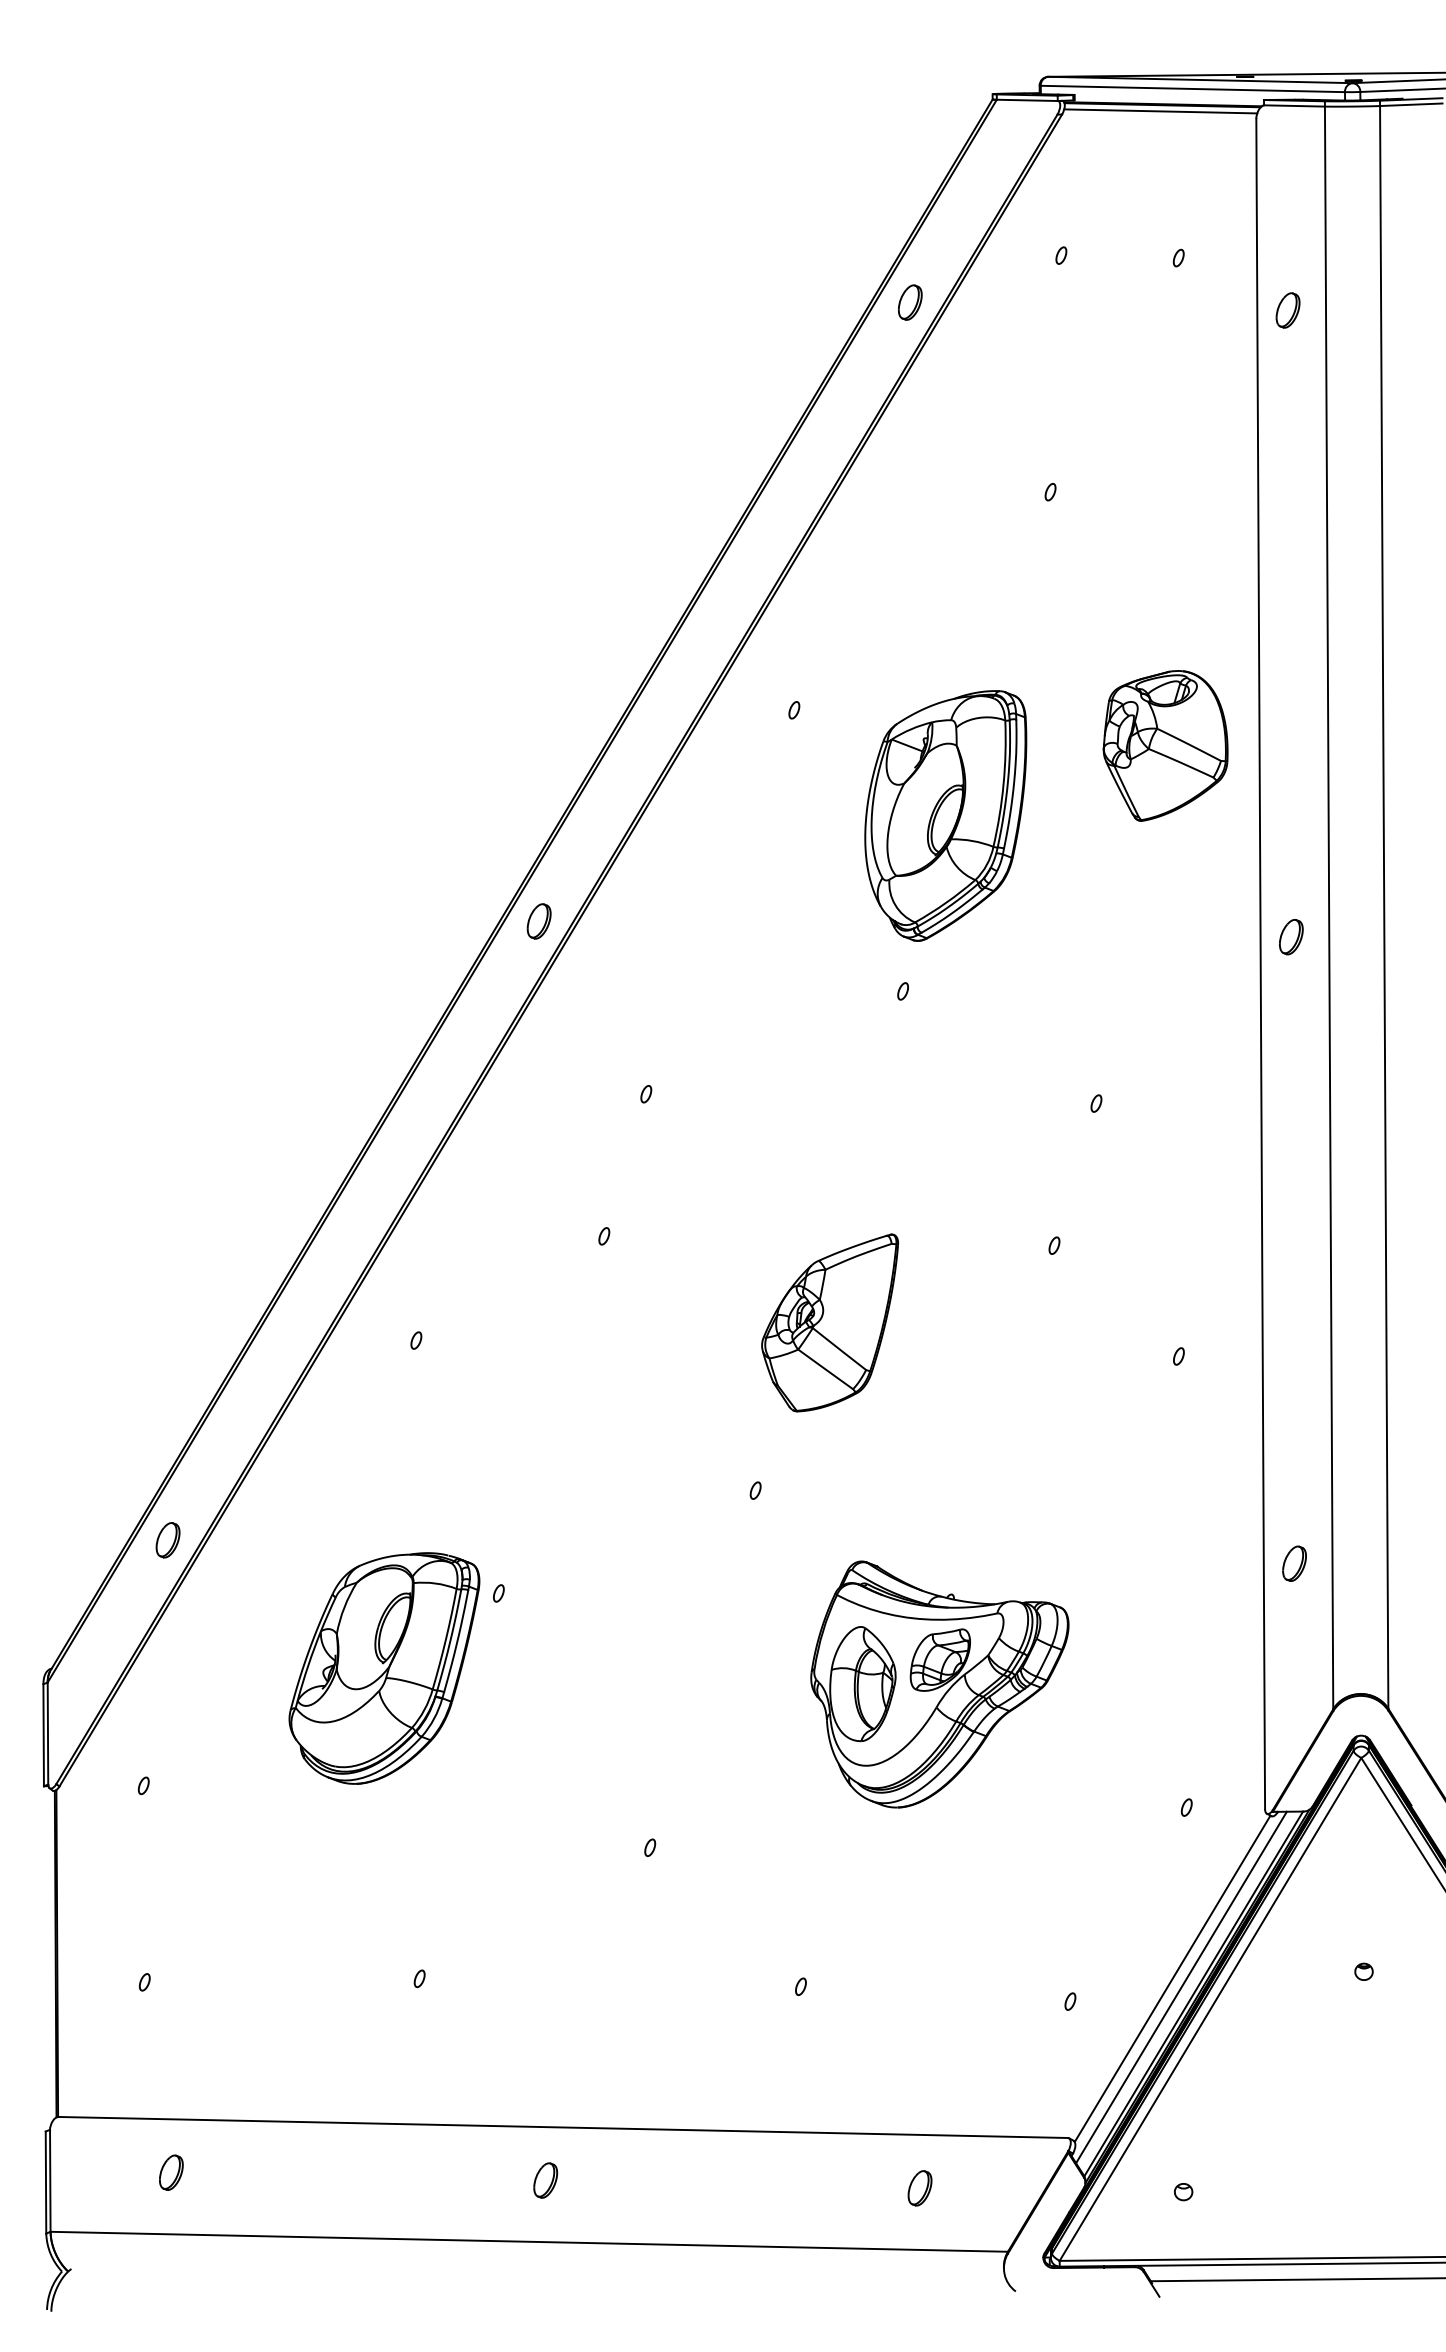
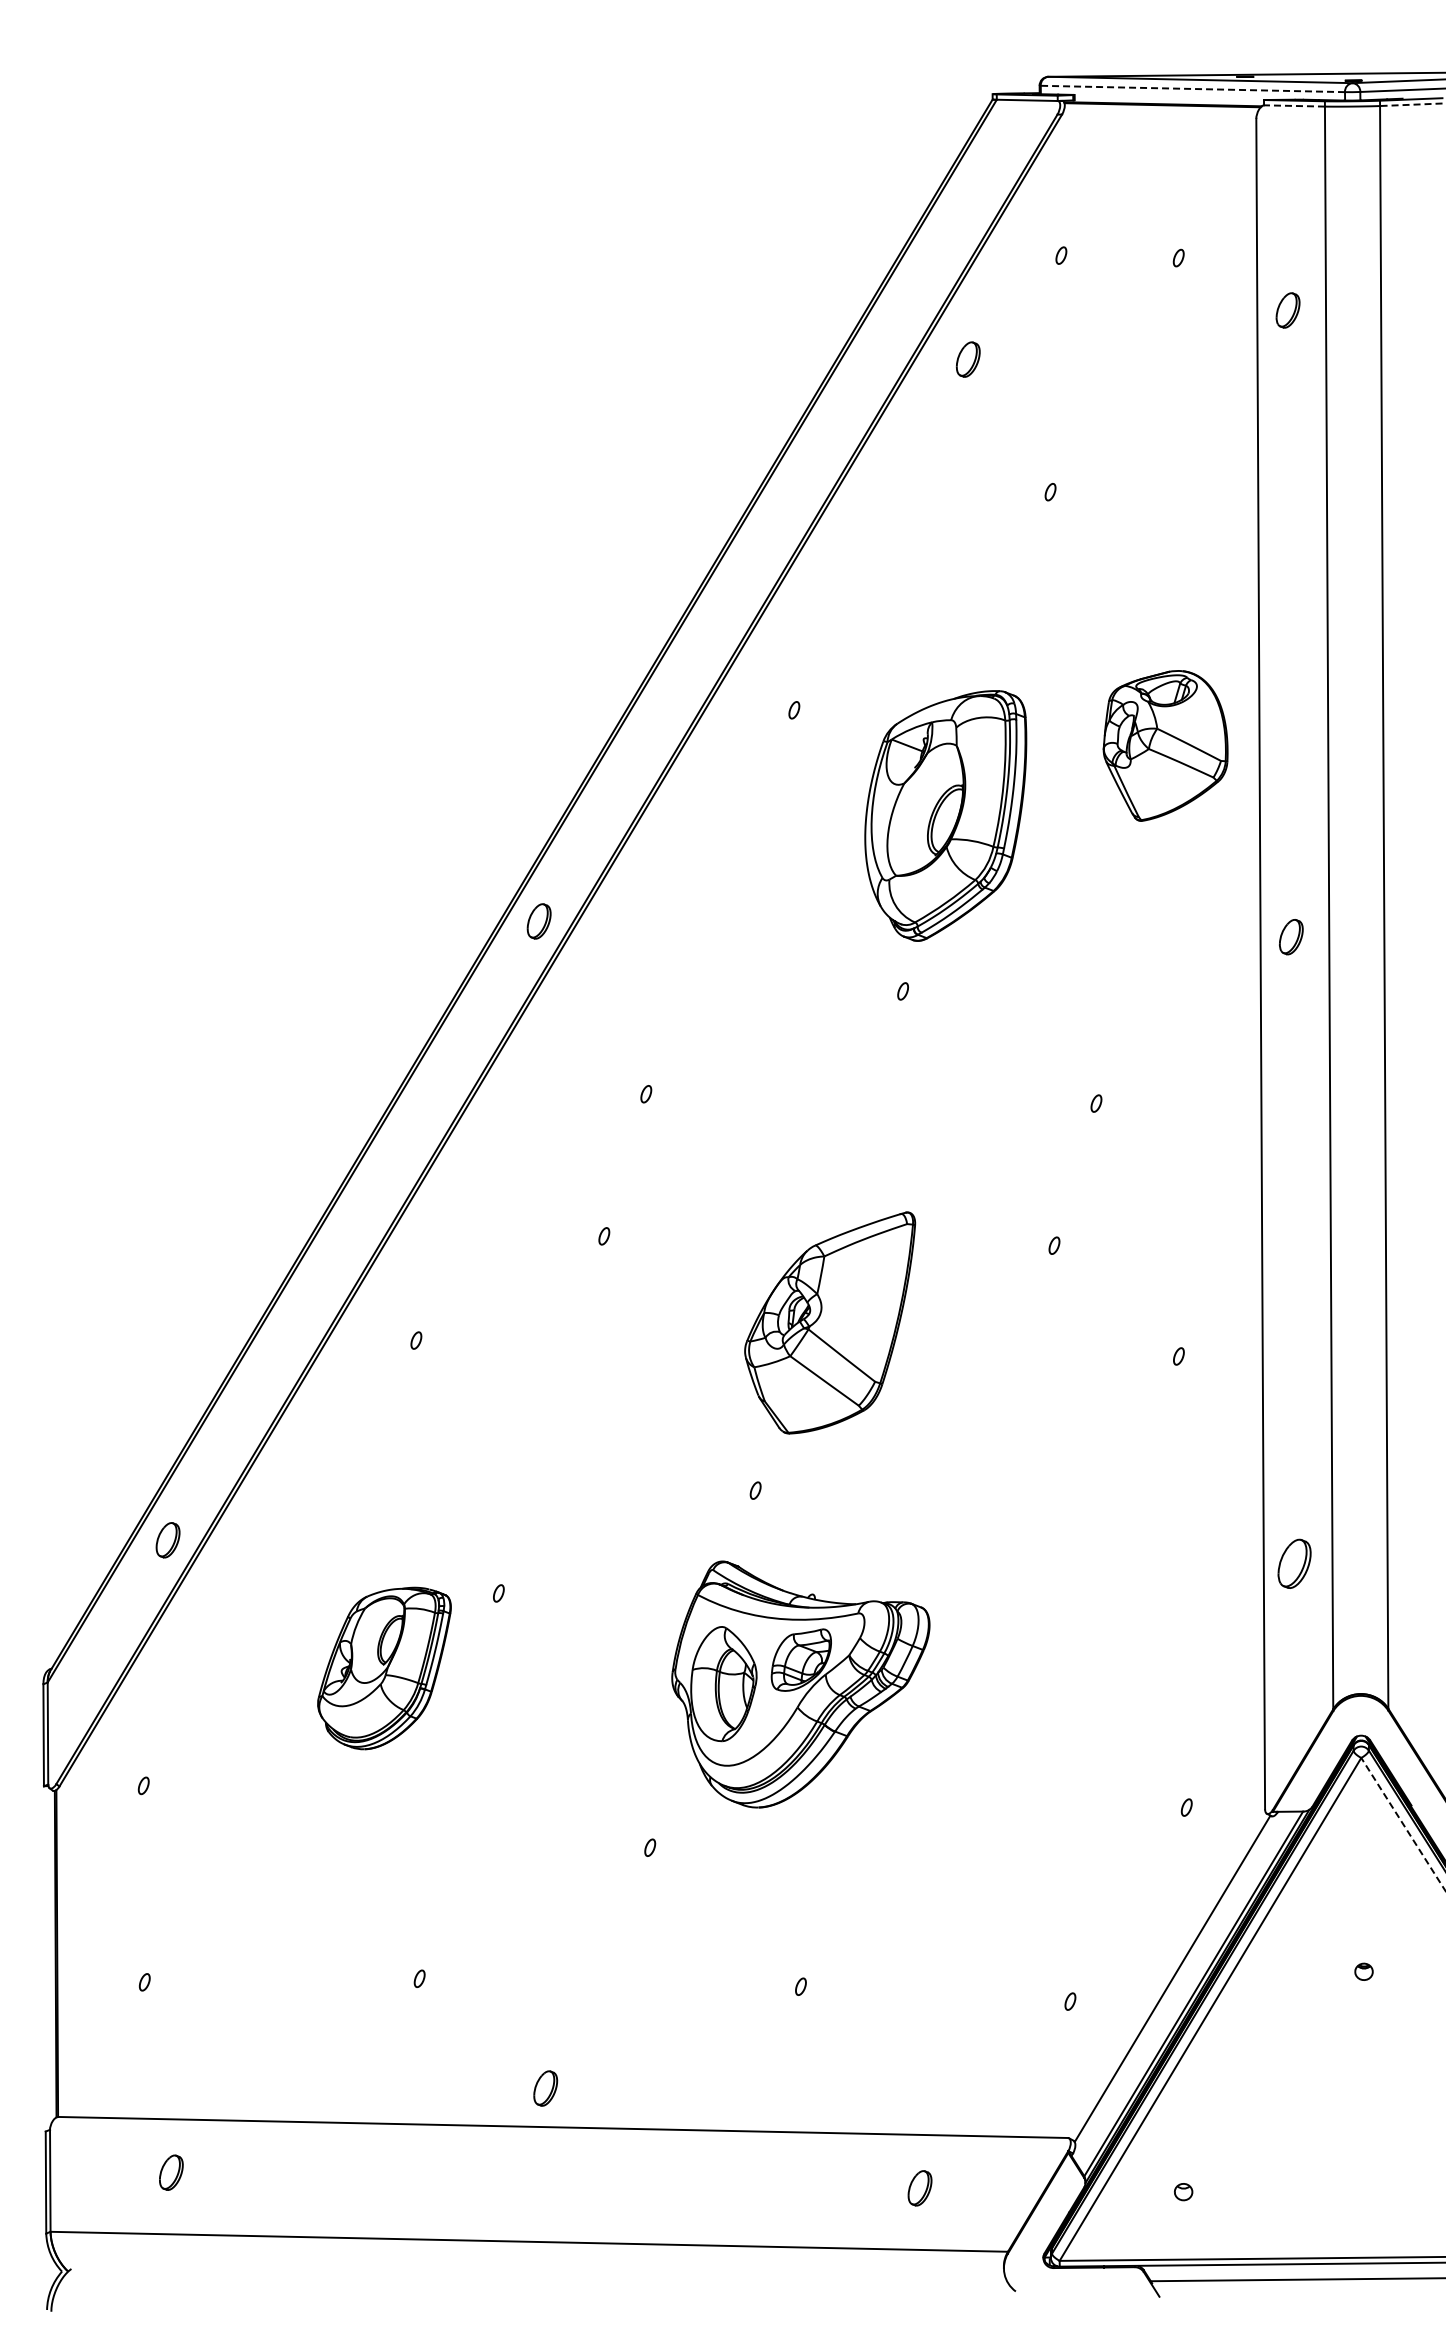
line at (1192, 88): solid -> dashed
line at (1410, 104): solid -> dashed
line at (1293, 105): solid -> dashed
line at (1160, 111): present -> none
part at (910, 302) position: (910, 302) -> (968, 359)
part at (829, 1322) size: 138x180 px -> 173x224 px
part at (1294, 1563) size: 25x37 px -> 35x51 px
part at (384, 1668) size: 193x233 px -> 135x165 px
part at (939, 1684) position: (939, 1684) -> (800, 1684)
line at (1403, 1824): solid -> dashed
line at (1181, 1987): present -> none
part at (545, 2180) position: (545, 2180) -> (545, 2088)
